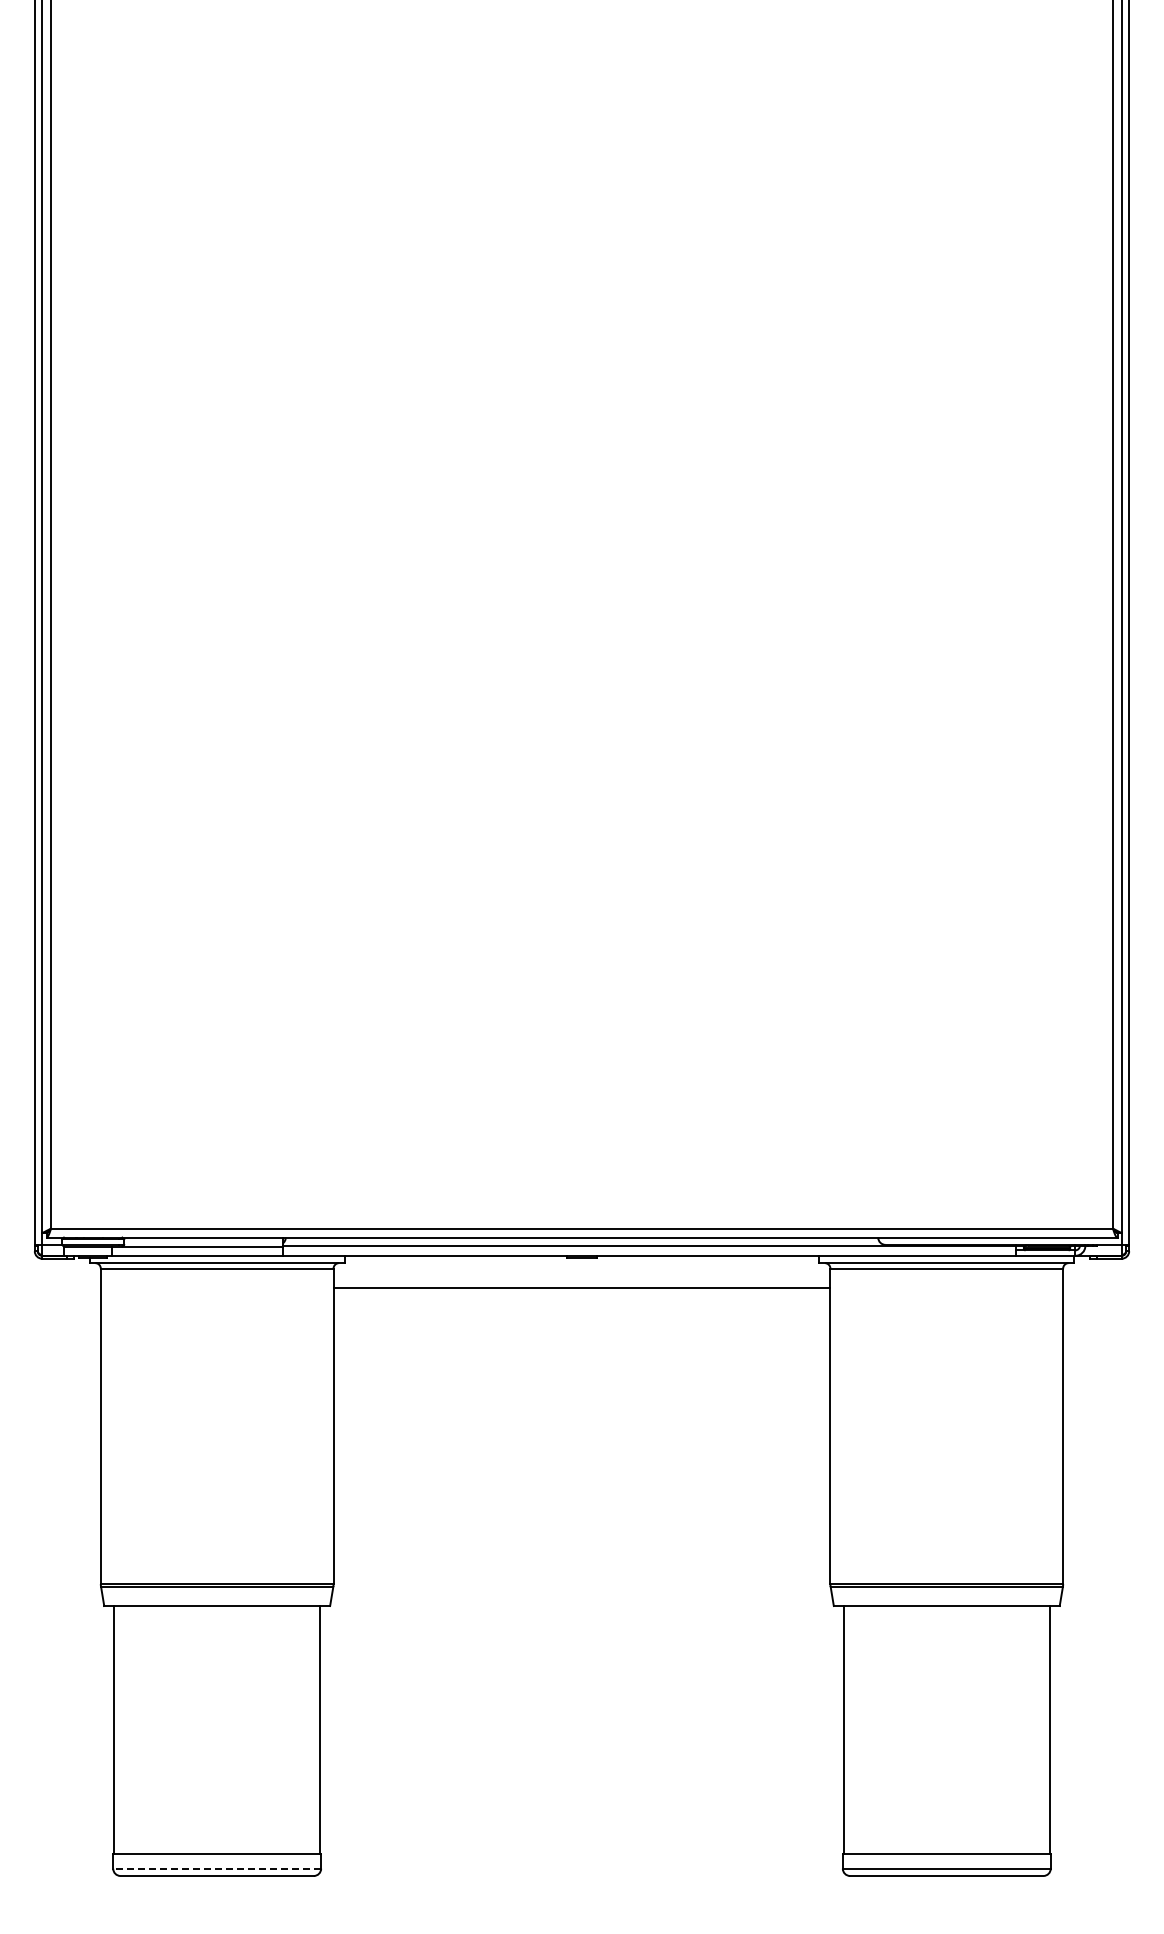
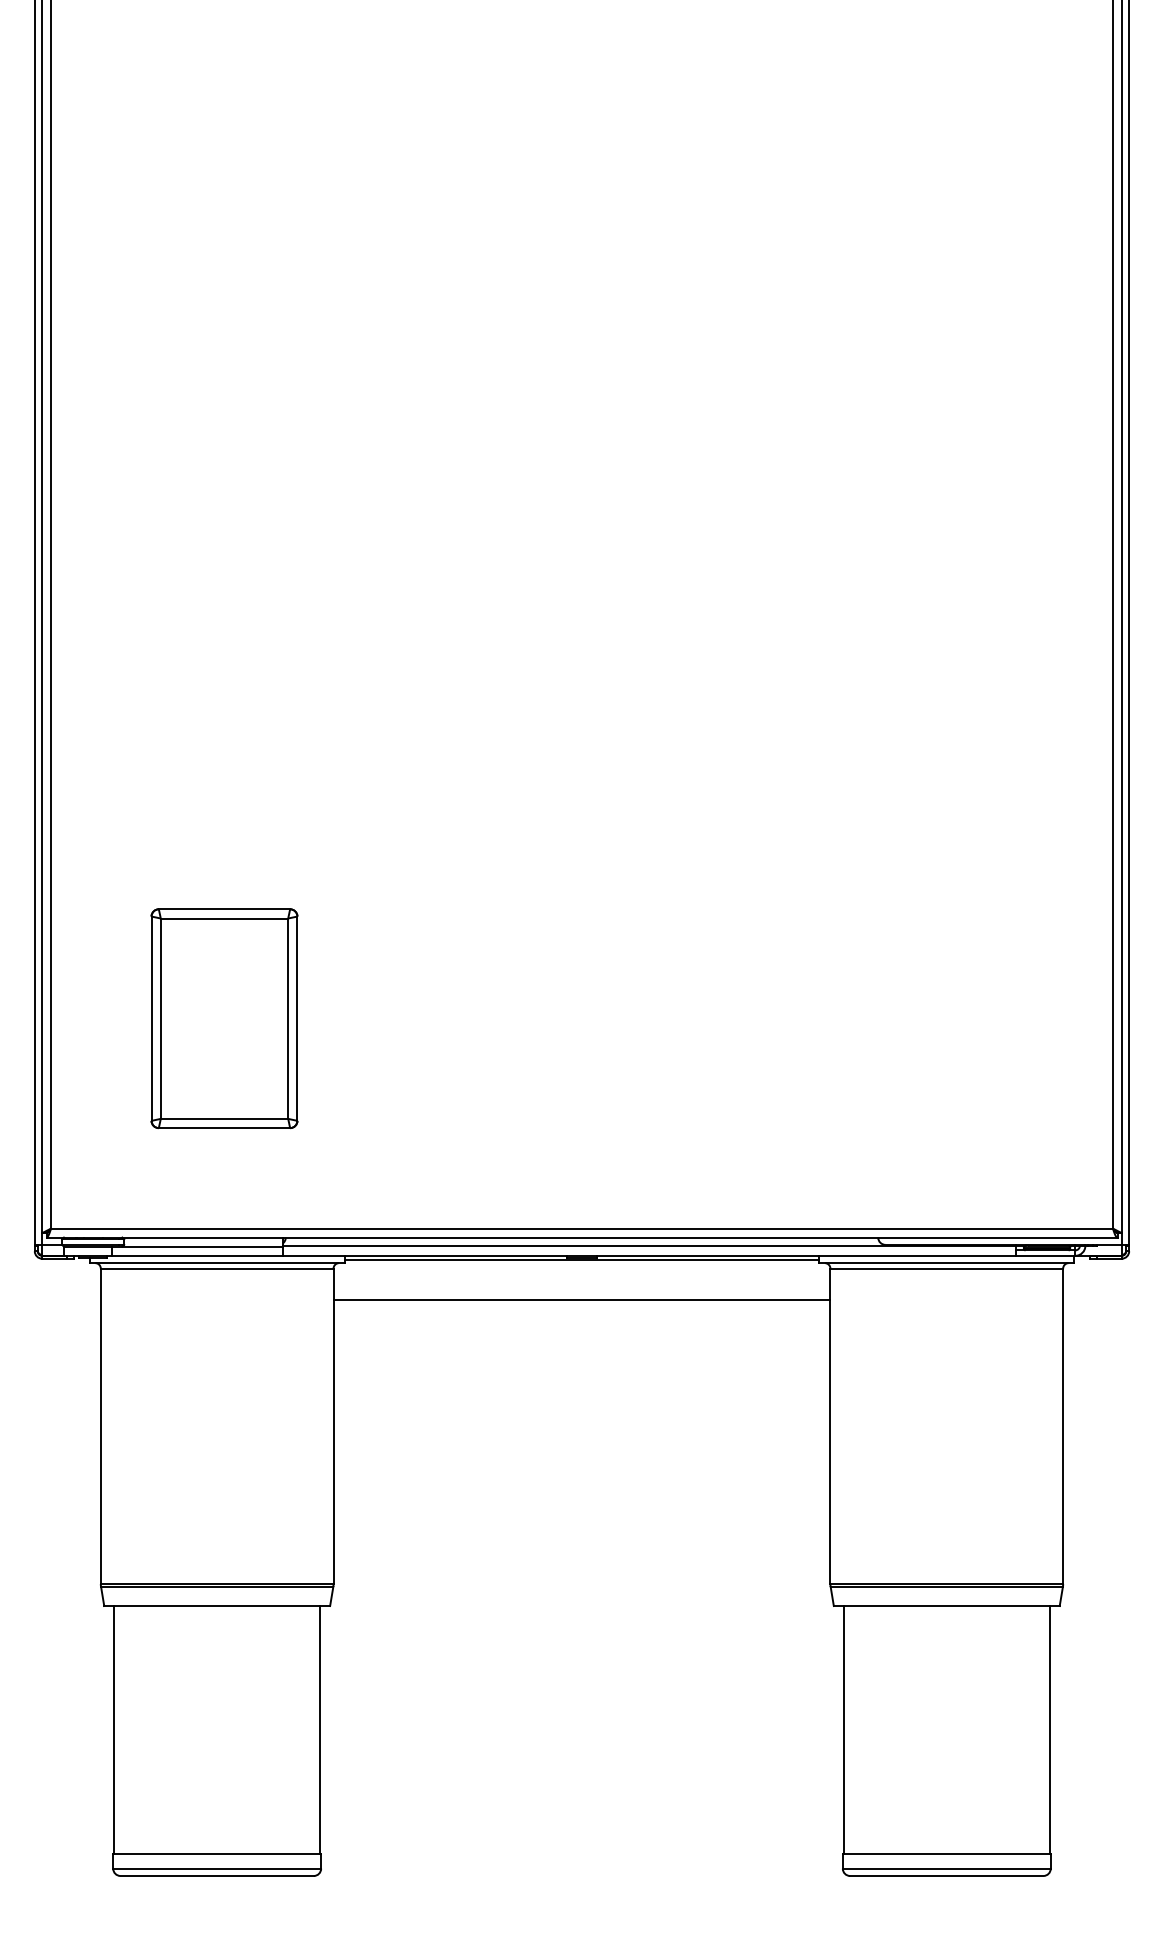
part at (224, 1018): none -> present
line at (581, 1260): none -> present
line at (581, 1287) position: (581, 1287) -> (581, 1299)
line at (217, 1868): dashed -> solid
